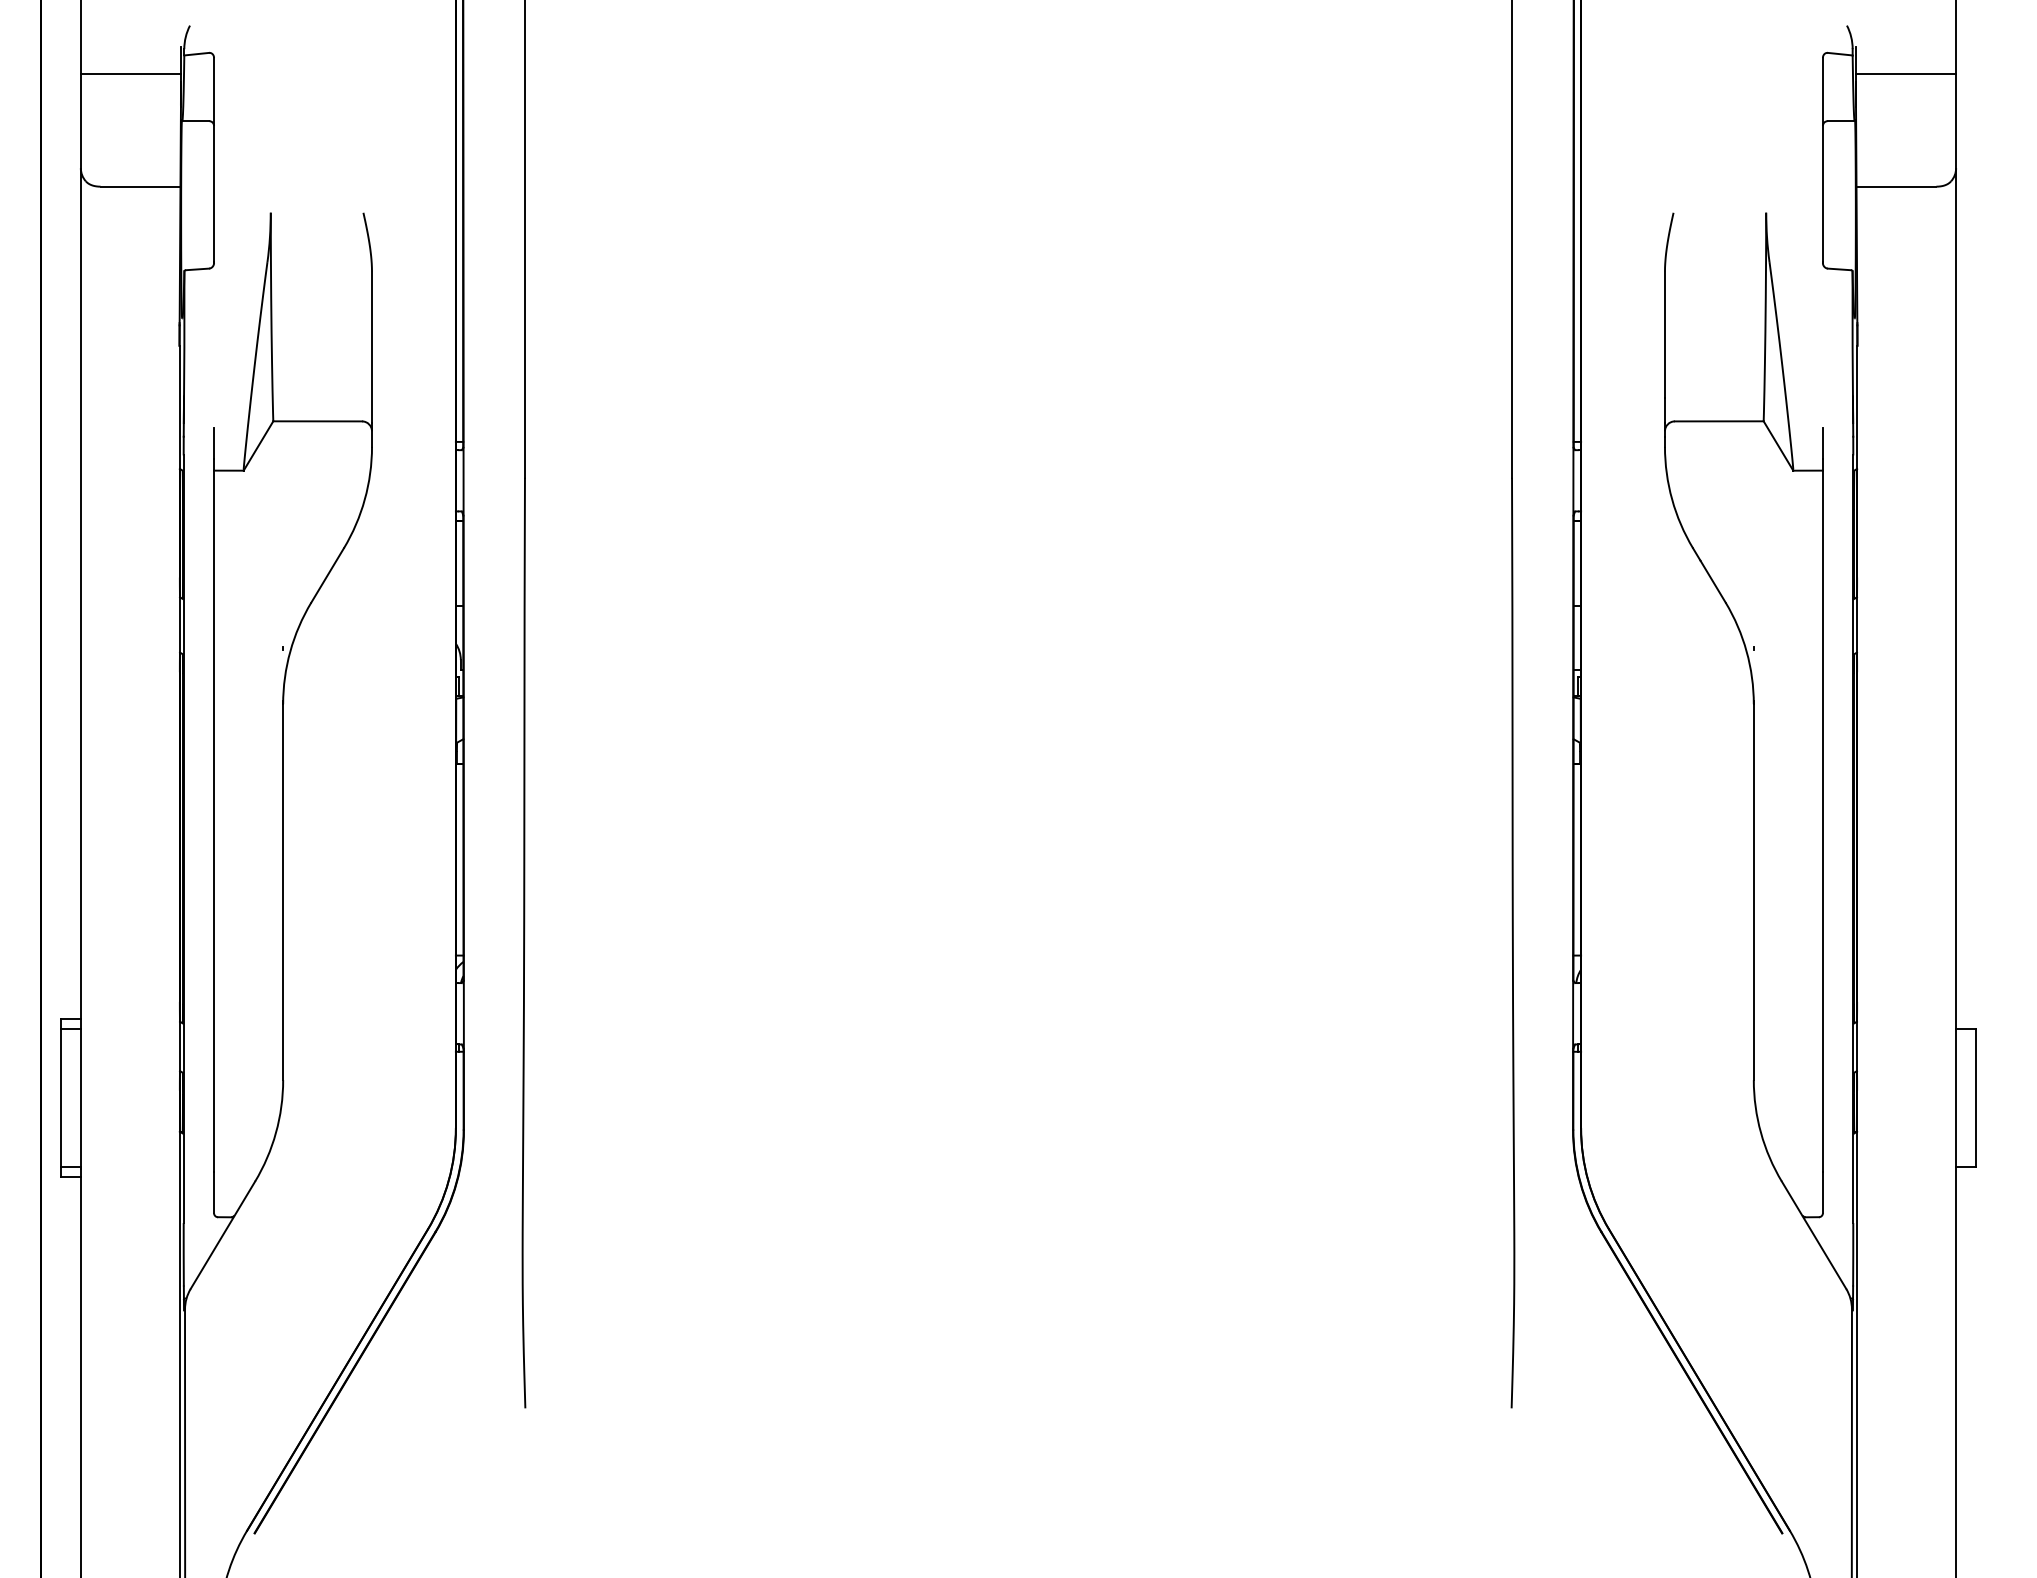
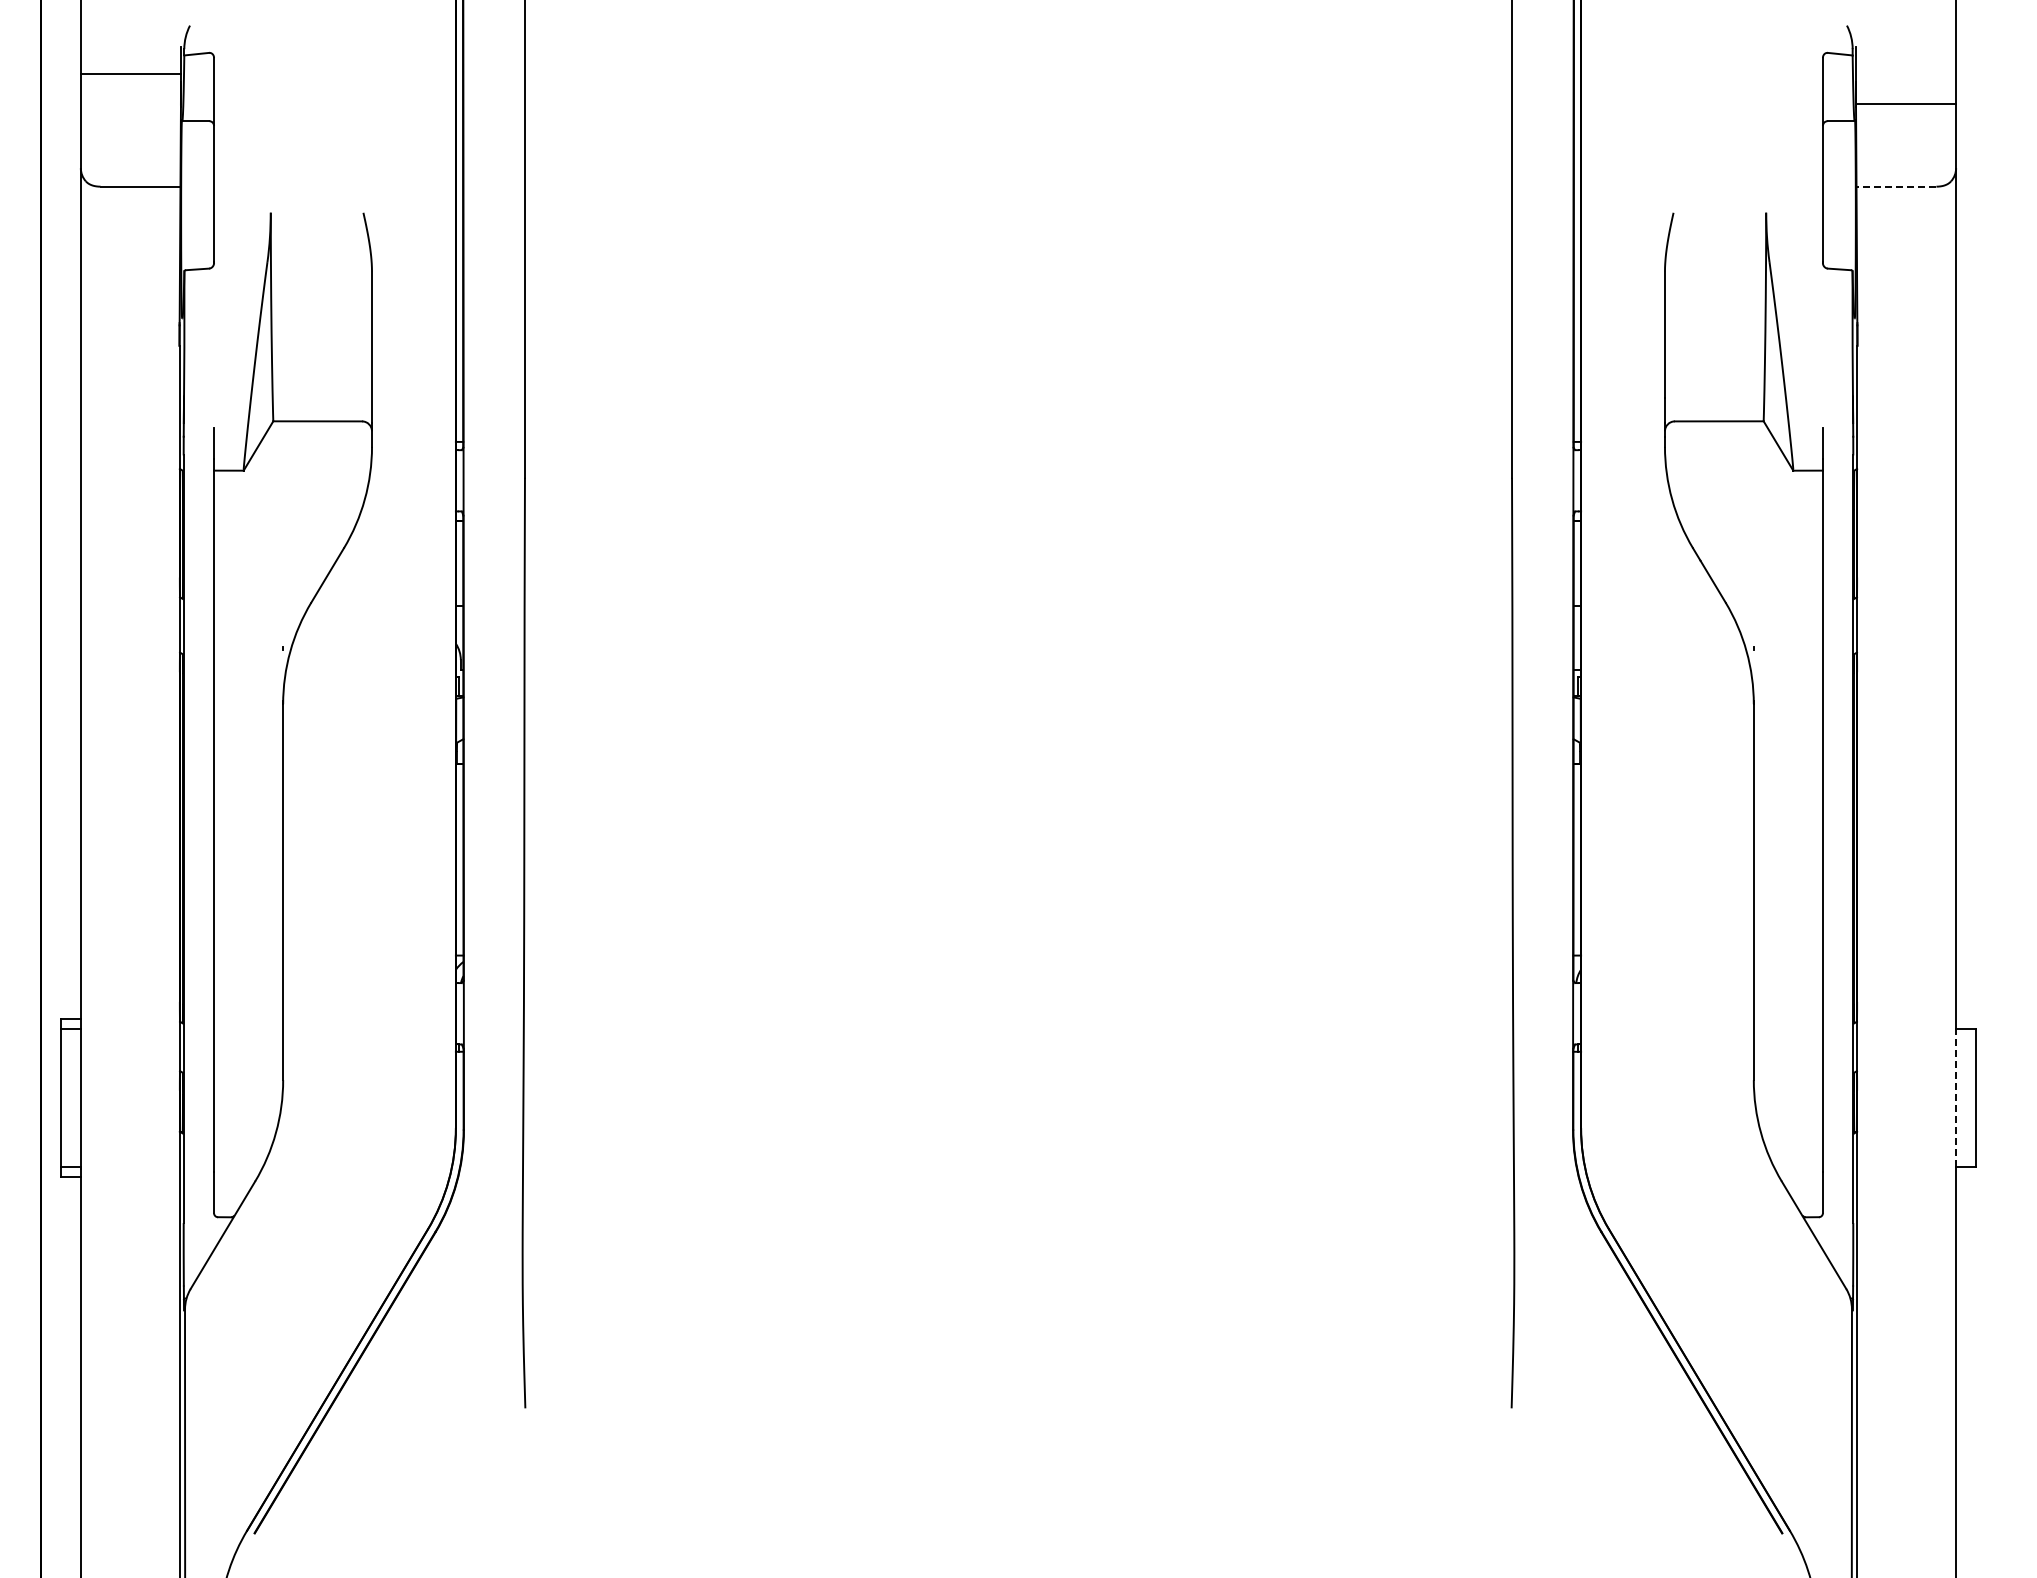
line at (1905, 74) position: (1905, 74) -> (1905, 104)
line at (1896, 186): solid -> dashed
line at (1956, 1097): solid -> dashed
